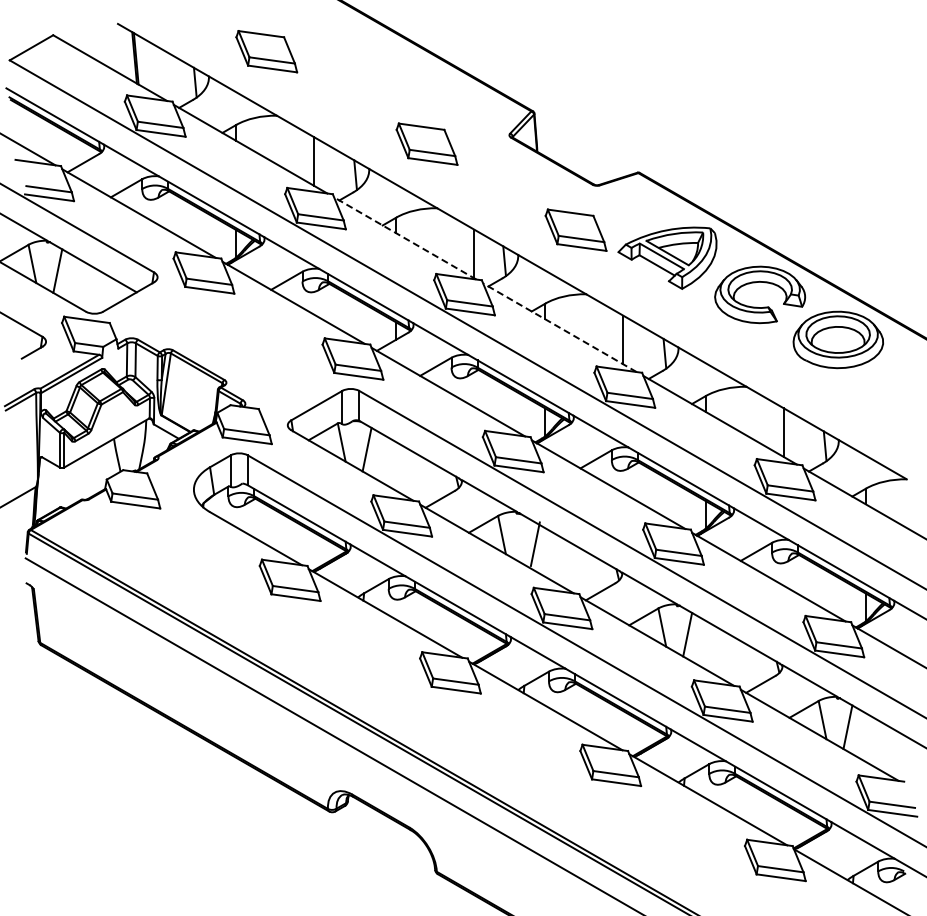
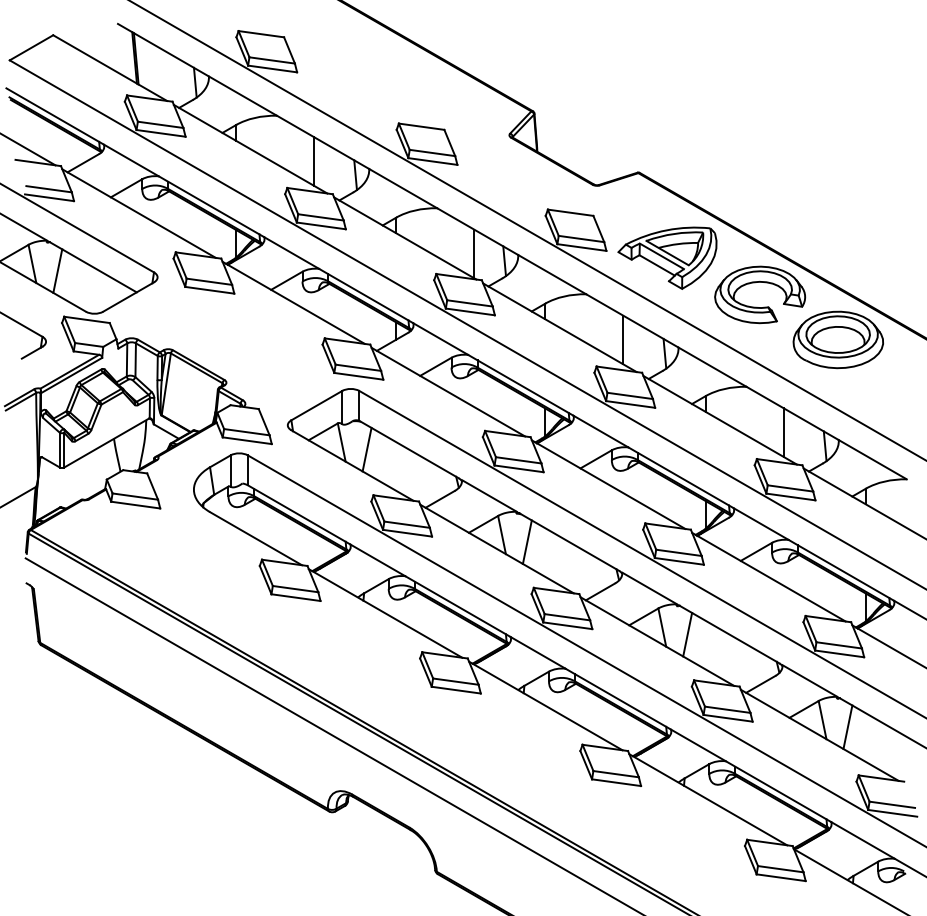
line at (527, 230): none -> present
line at (404, 238): dashed -> solid
line at (559, 327): dashed -> solid
line at (534, 543) position: (534, 543) -> (526, 541)
